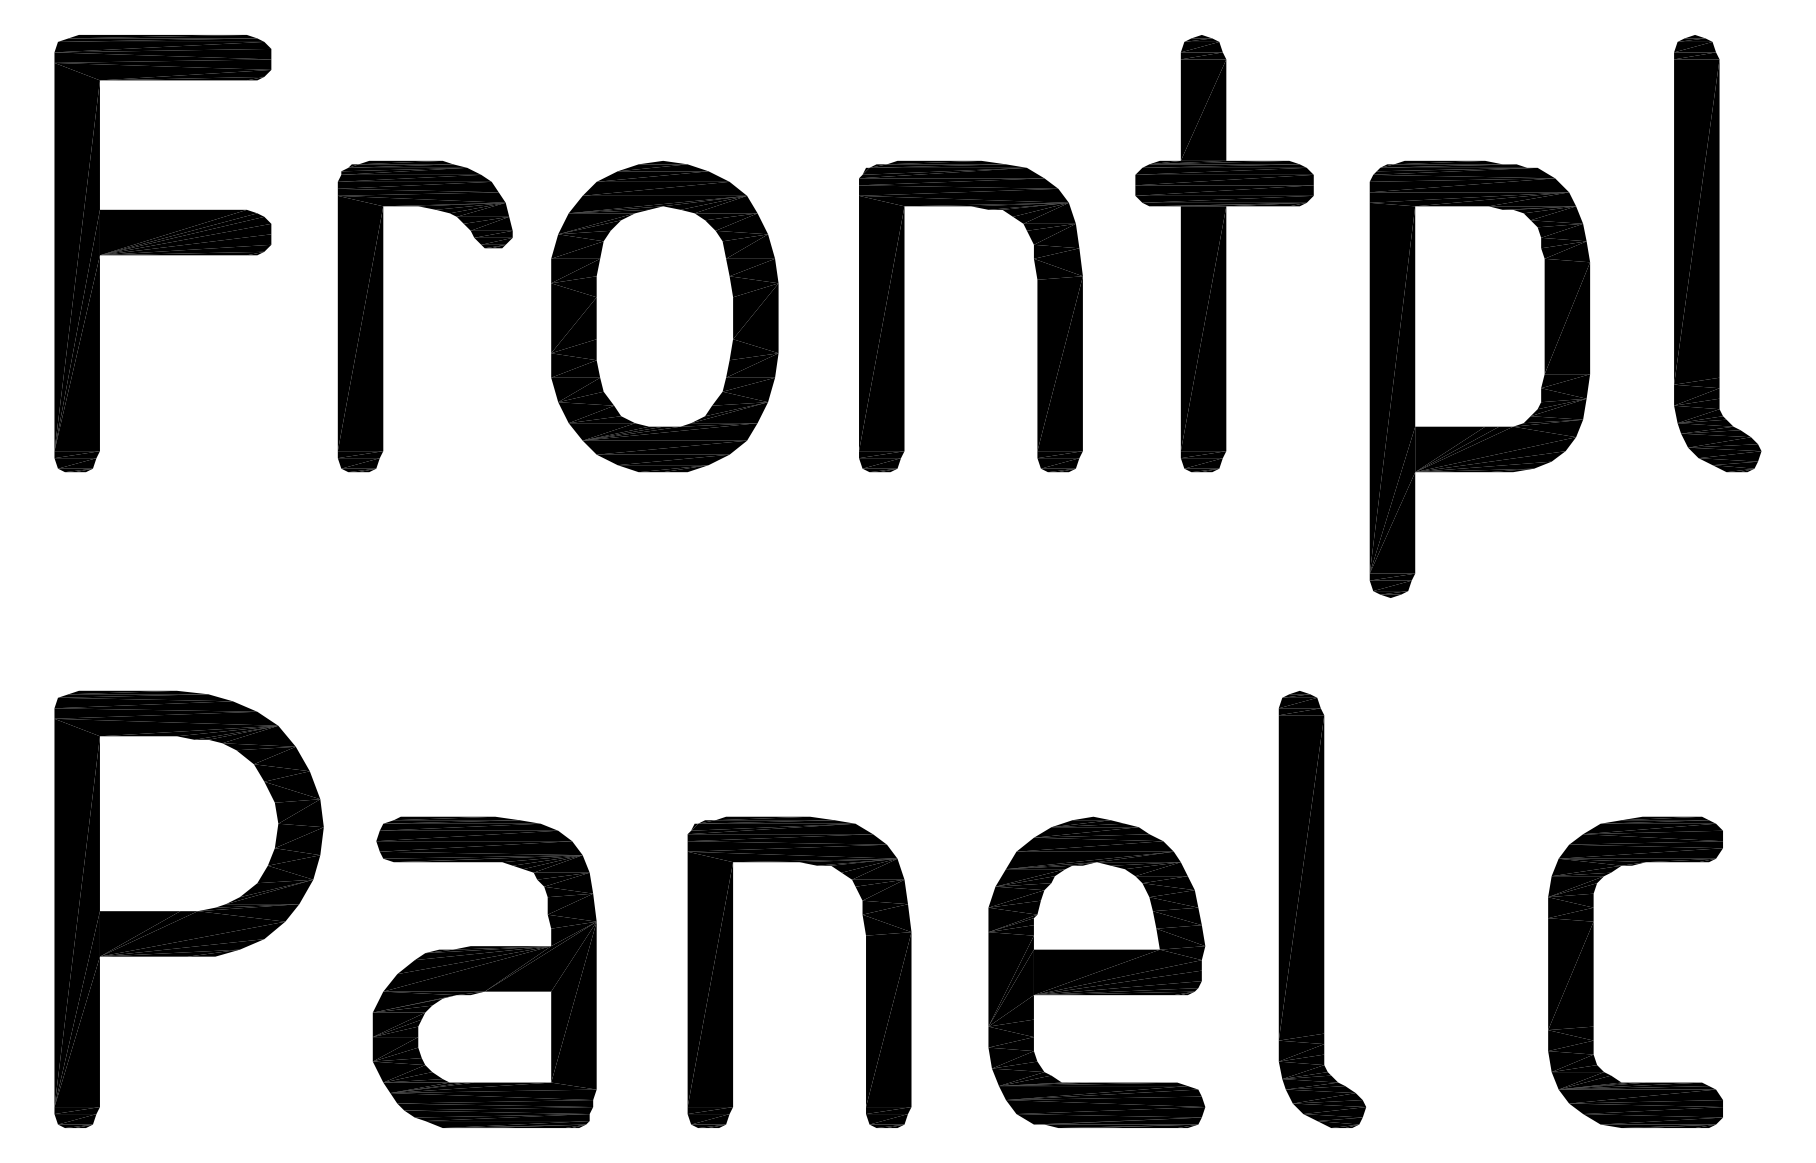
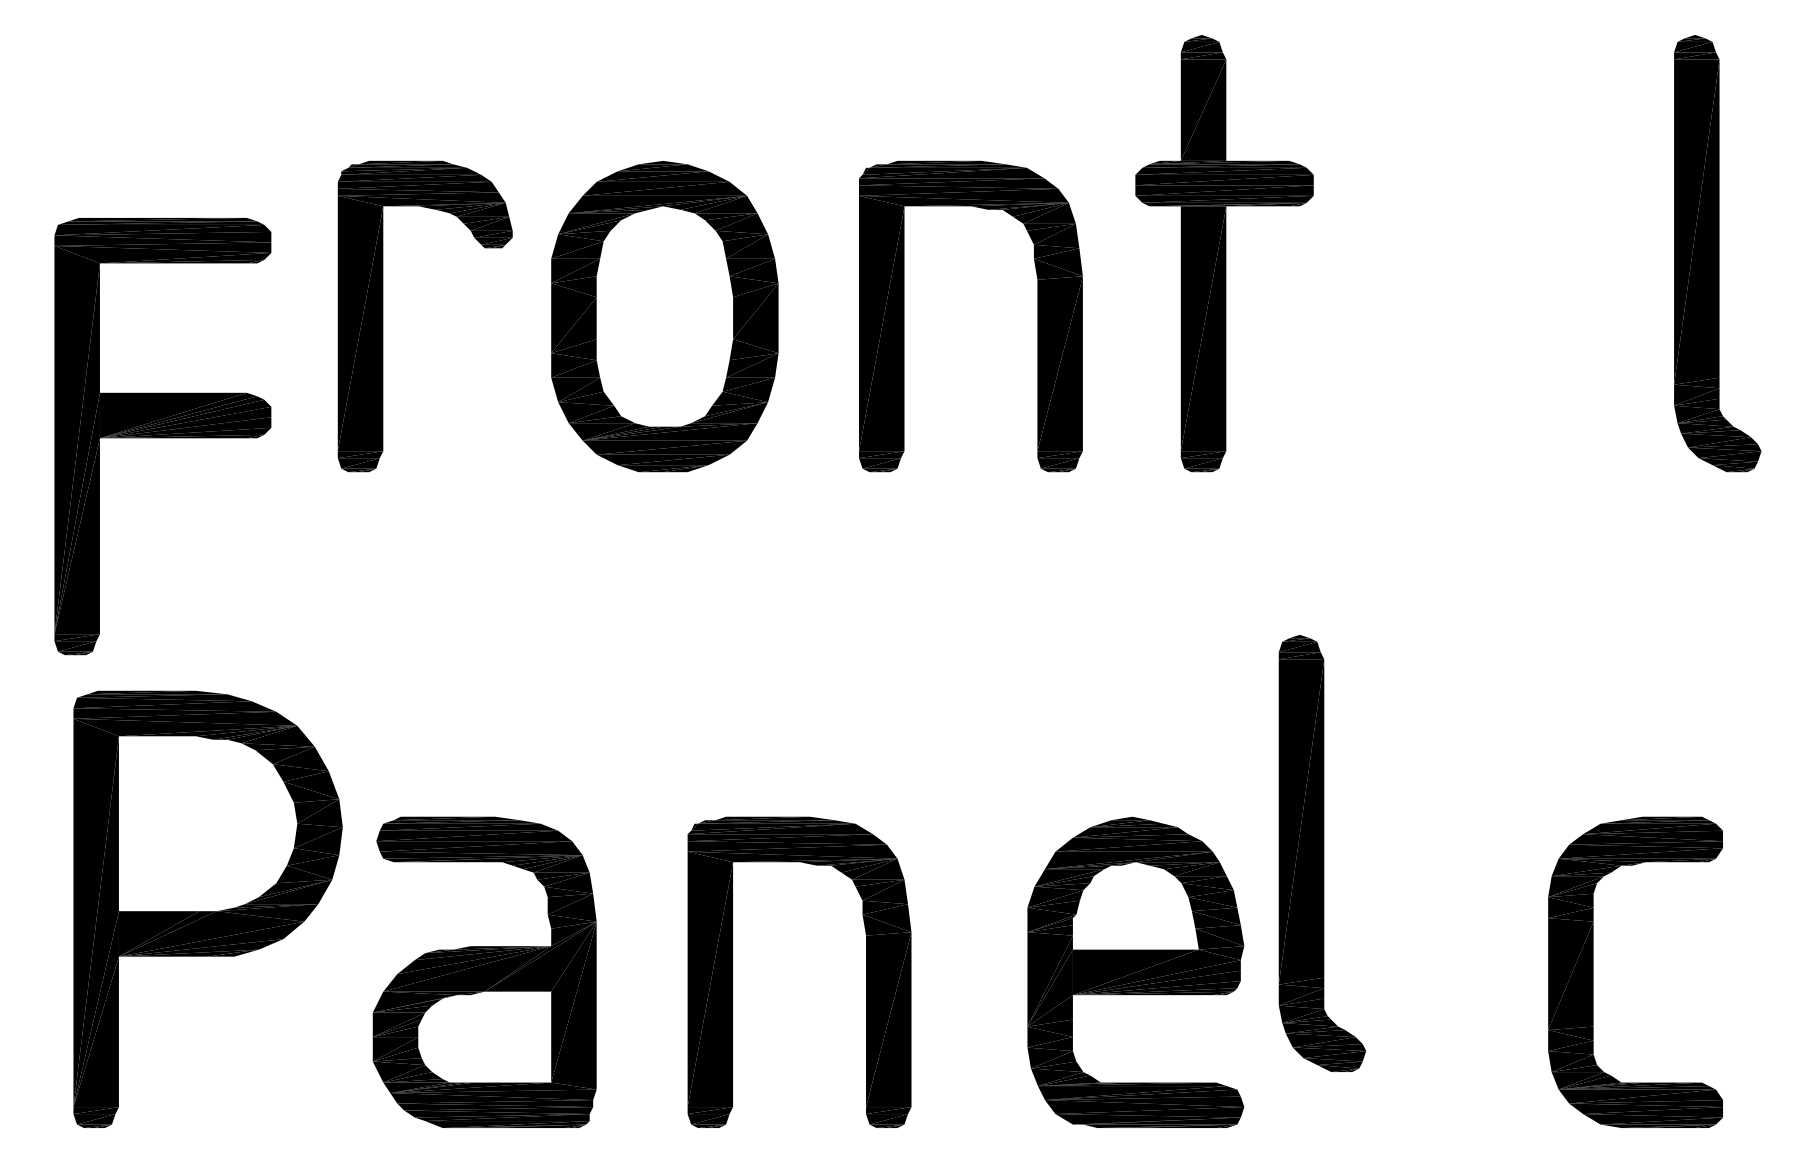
part at (162, 253) position: (162, 253) -> (162, 436)
part at (1479, 378): present -> none
part at (188, 908) position: (188, 908) -> (207, 908)
part at (1321, 909) position: (1321, 909) -> (1321, 853)
part at (1096, 971) position: (1096, 971) -> (1135, 971)
